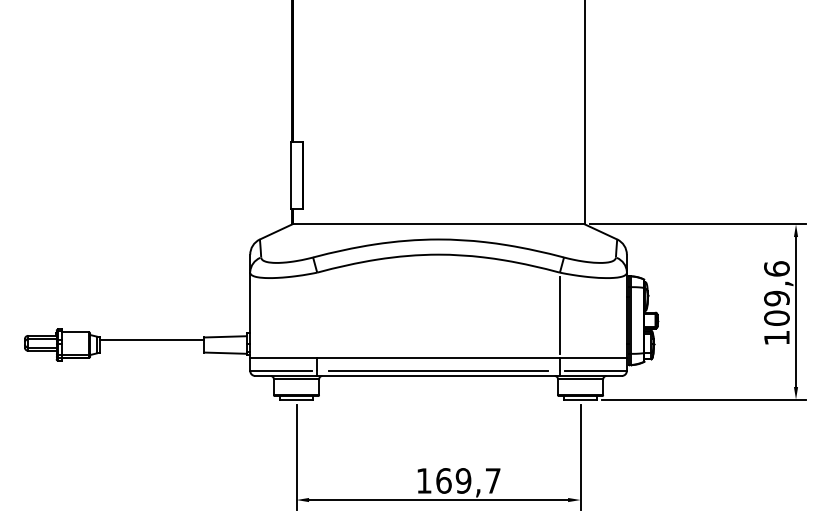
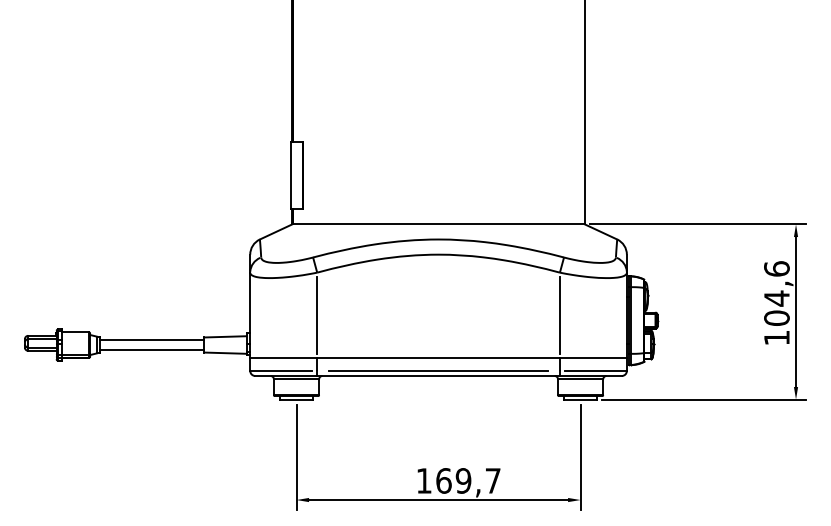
text at (776, 298): 109,6 -> 104,6
line at (317, 315): none -> present
line at (152, 350): none -> present
